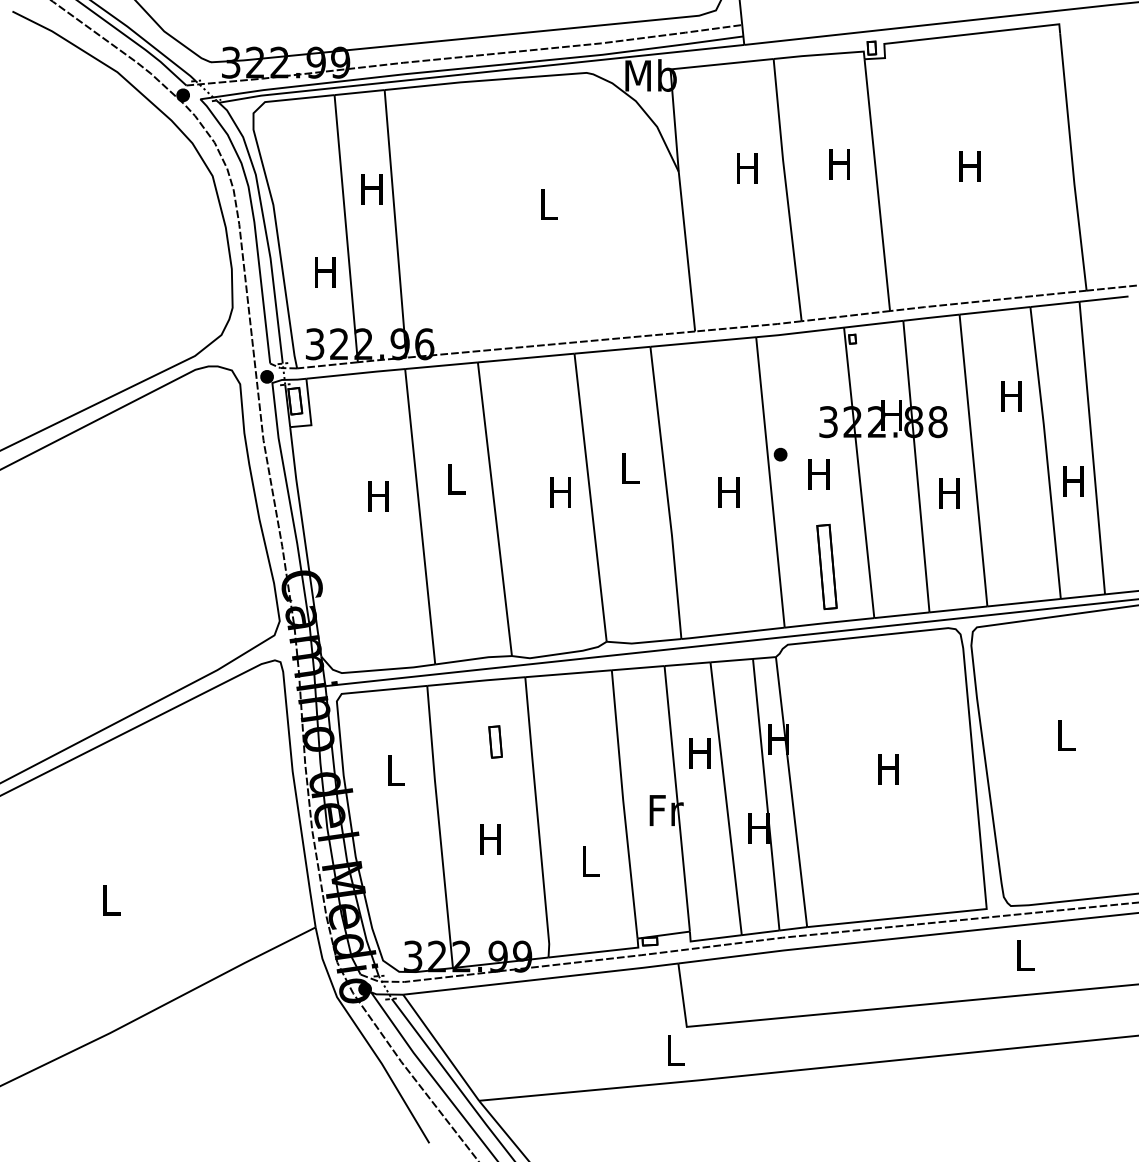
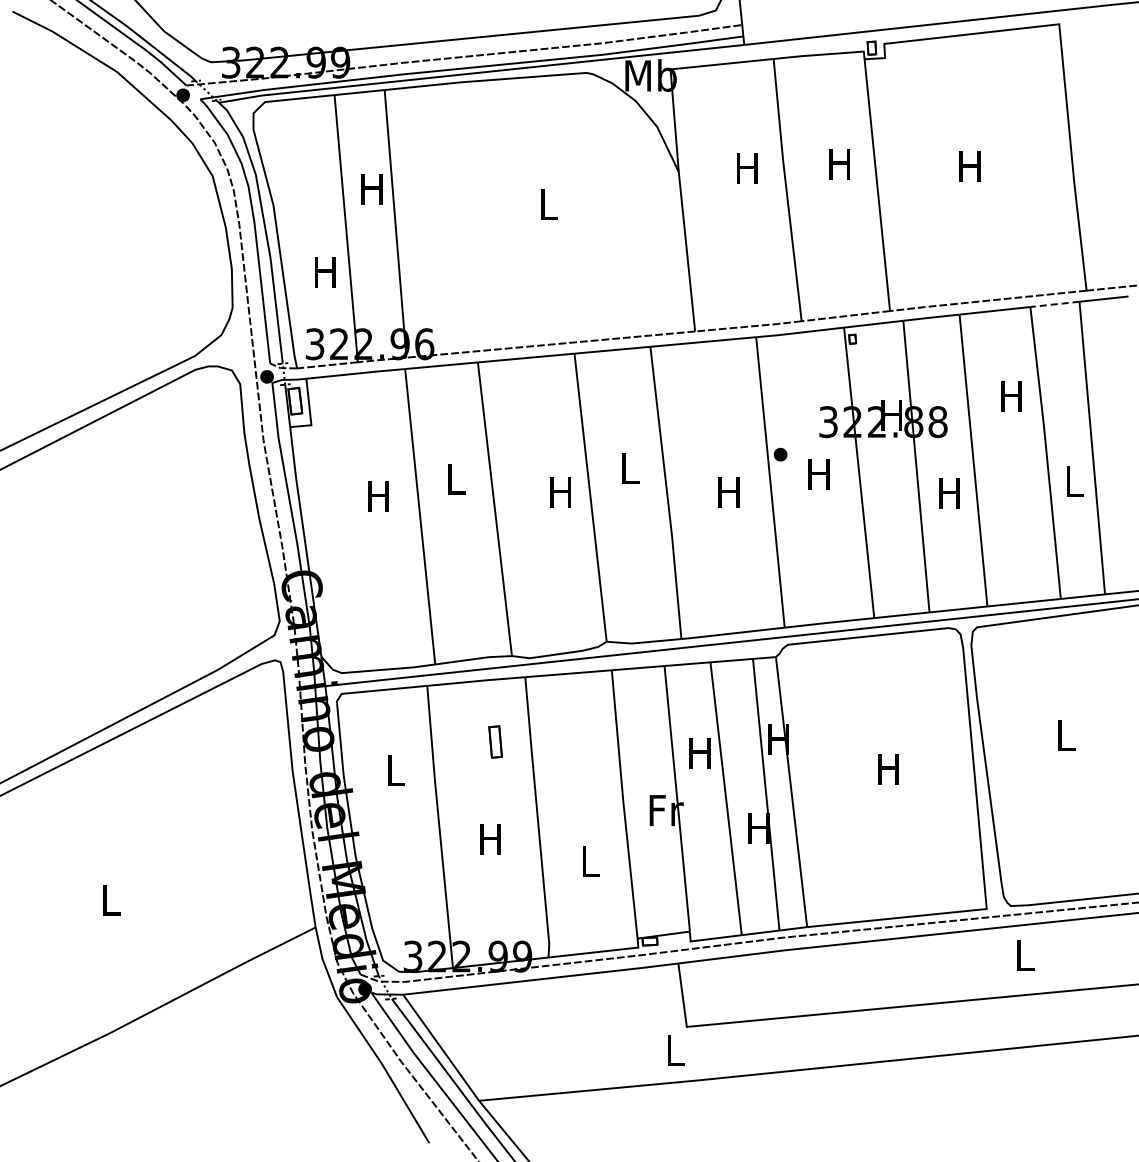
line at (1054, 304): solid -> dashed
text at (1073, 481): H -> L
part at (826, 567): present -> none
